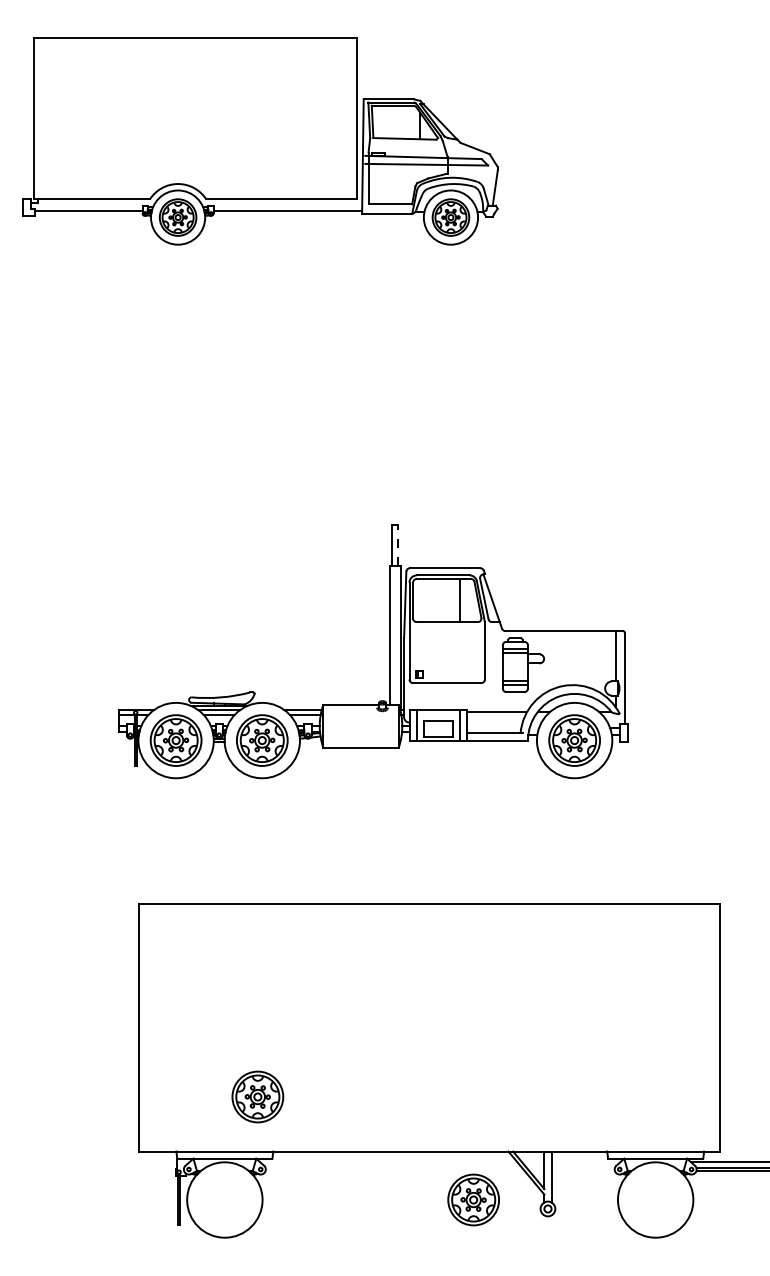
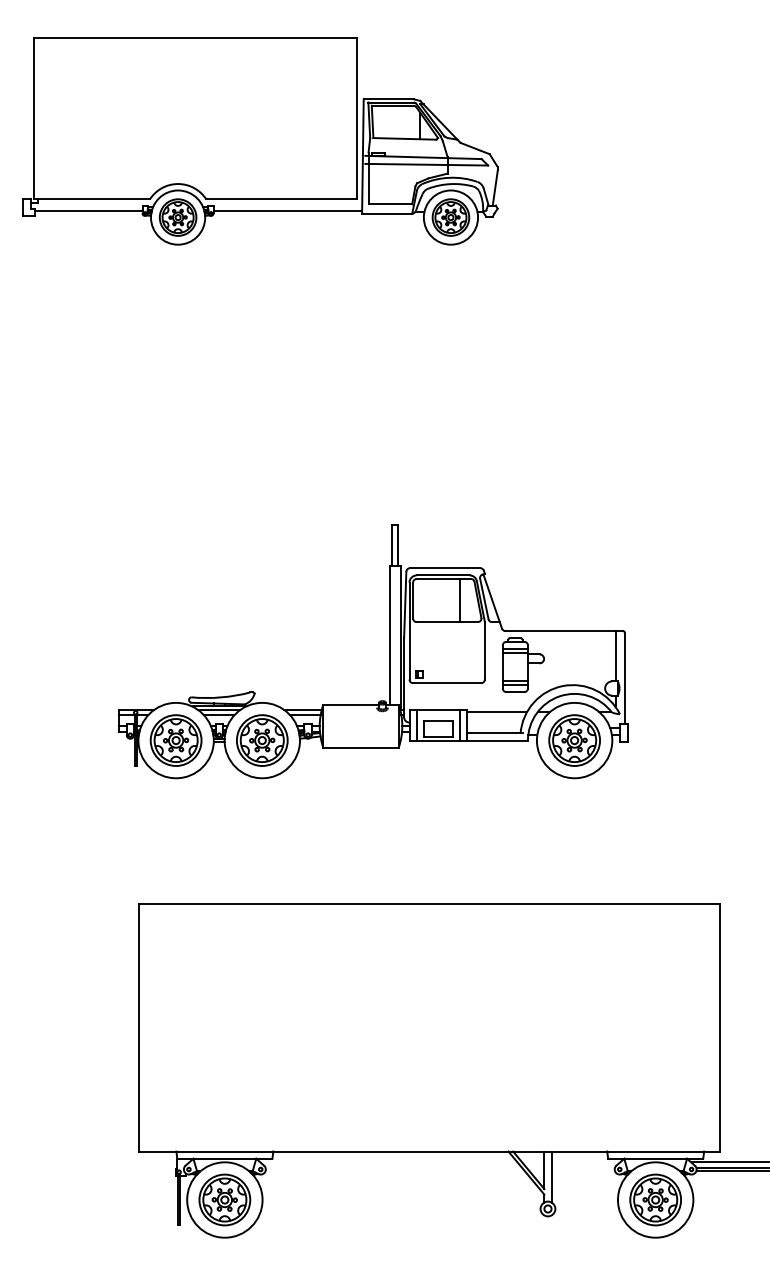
line at (397, 544): dashed -> solid
part at (257, 1096) position: (257, 1096) -> (224, 1199)
part at (473, 1199) position: (473, 1199) -> (655, 1199)
